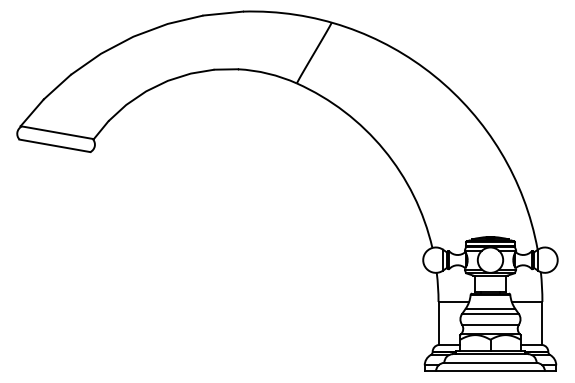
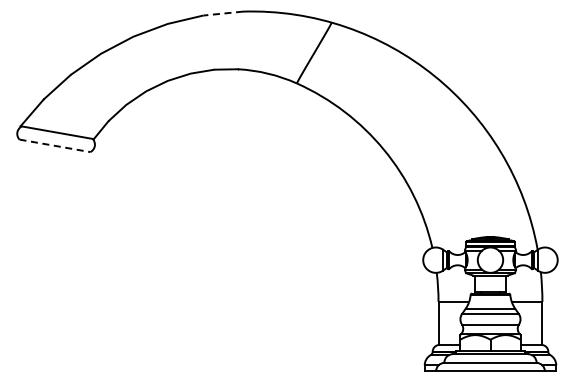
line at (223, 13): solid -> dashed
line at (54, 145): solid -> dashed
